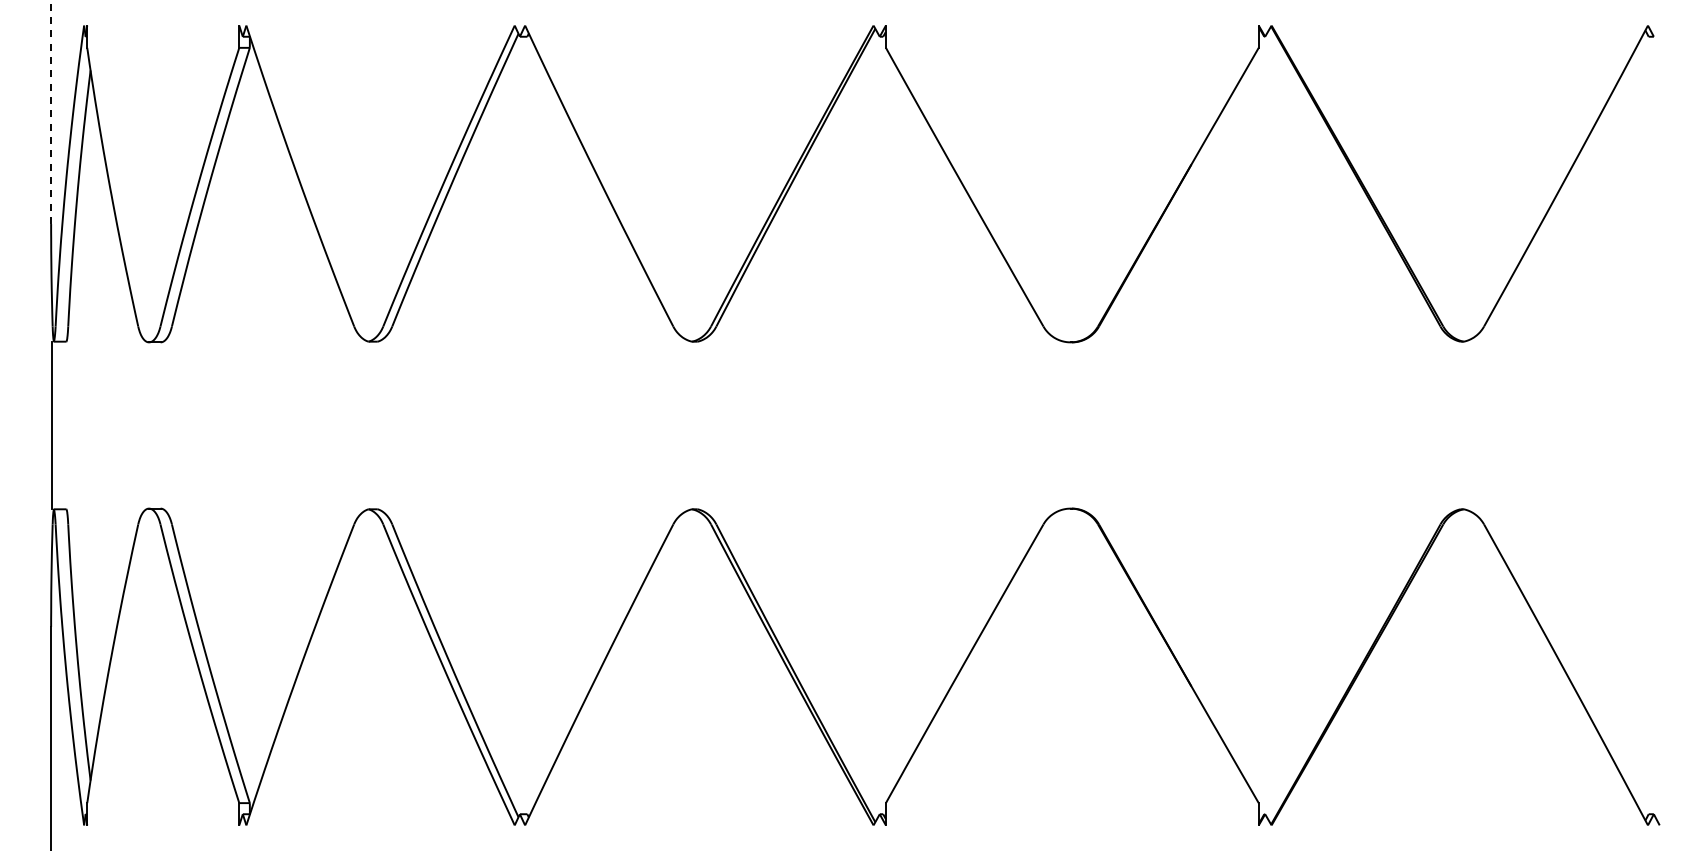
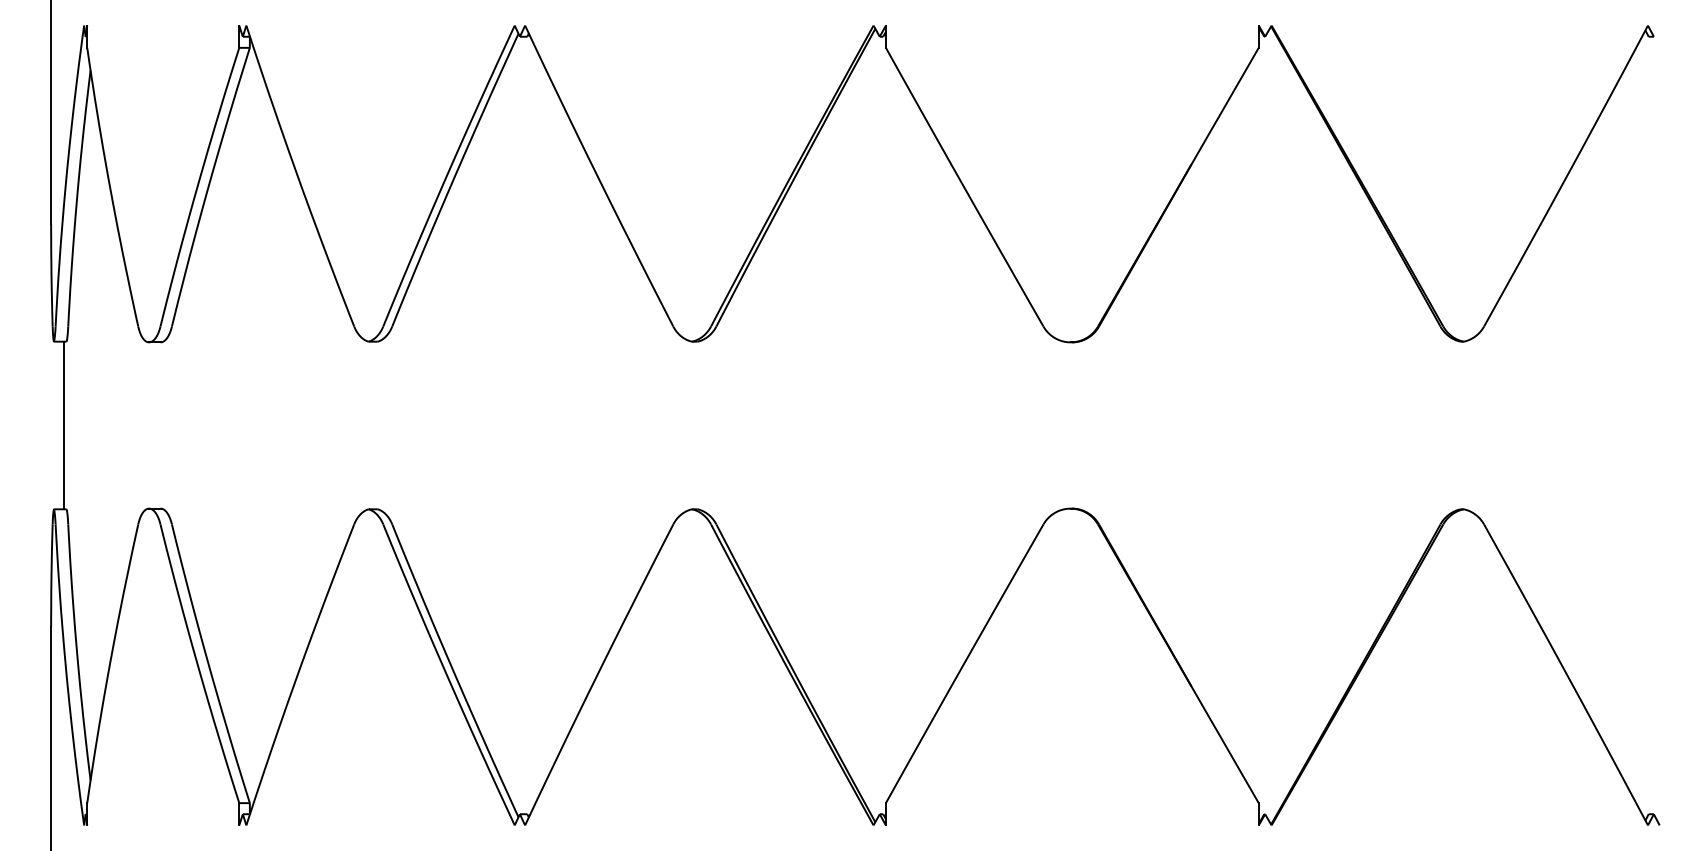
line at (51, 112): dashed -> solid
line at (51, 425) position: (51, 425) -> (63, 425)
